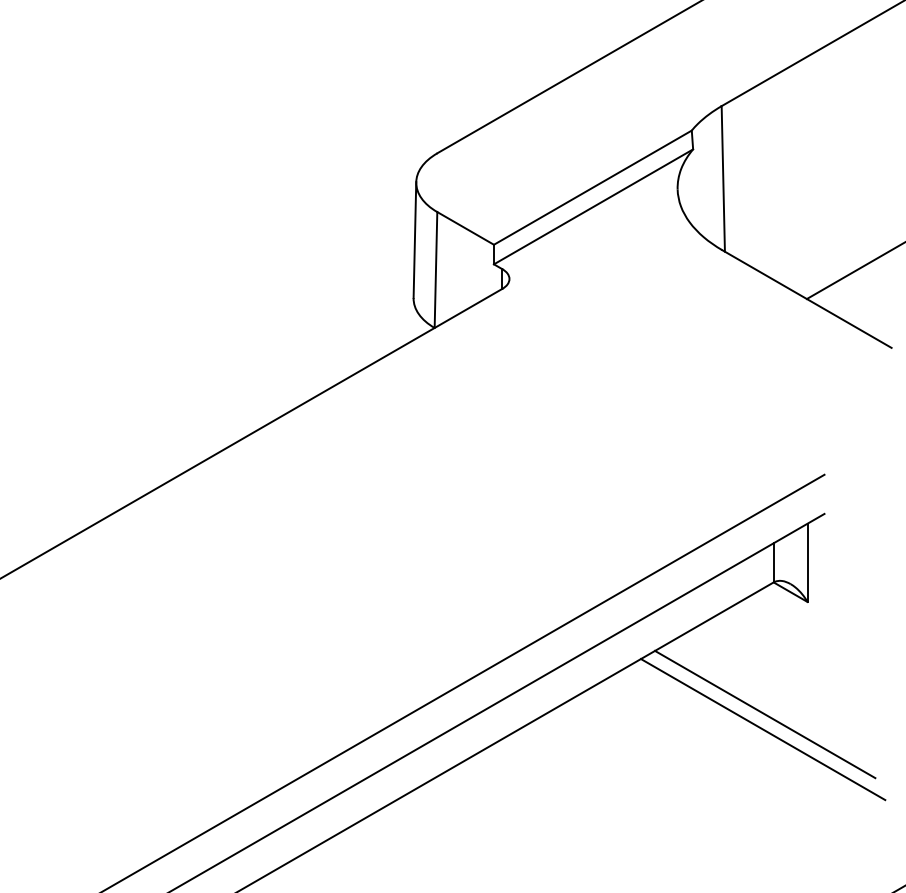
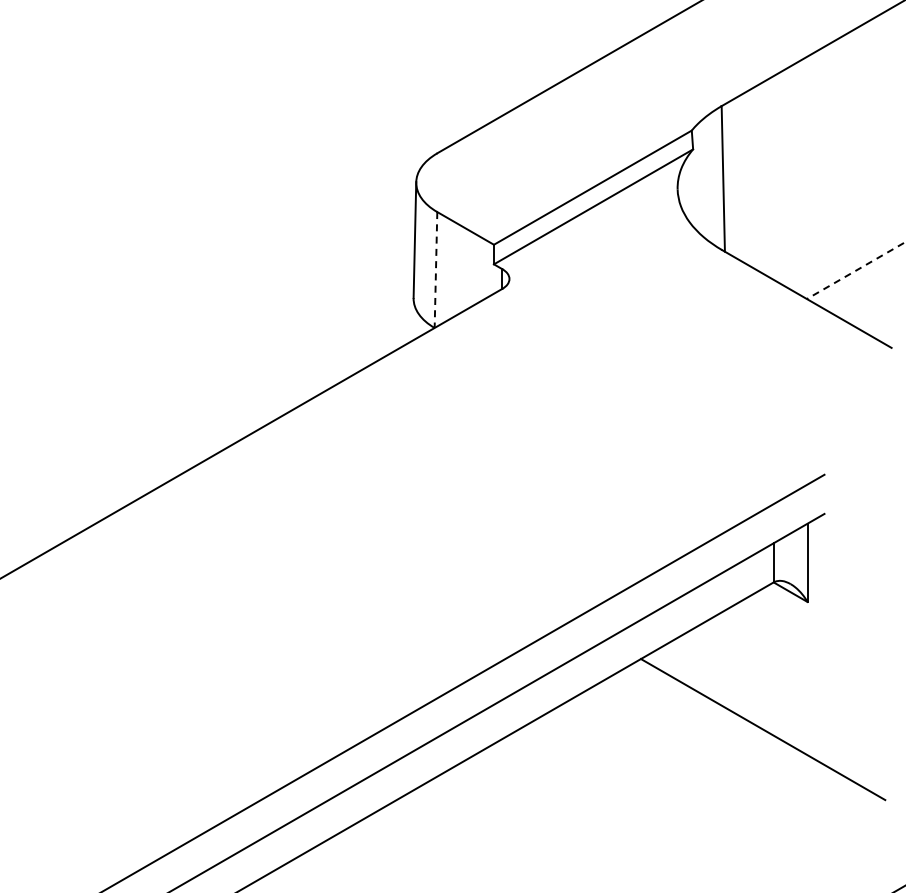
line at (435, 270): solid -> dashed
line at (856, 270): solid -> dashed
line at (765, 714): present -> none
